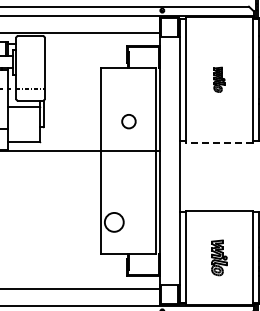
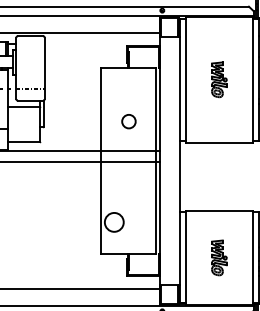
part at (219, 79) size: 13x27 px -> 17x38 px
line at (218, 142): dashed -> solid
line at (80, 161): none -> present
